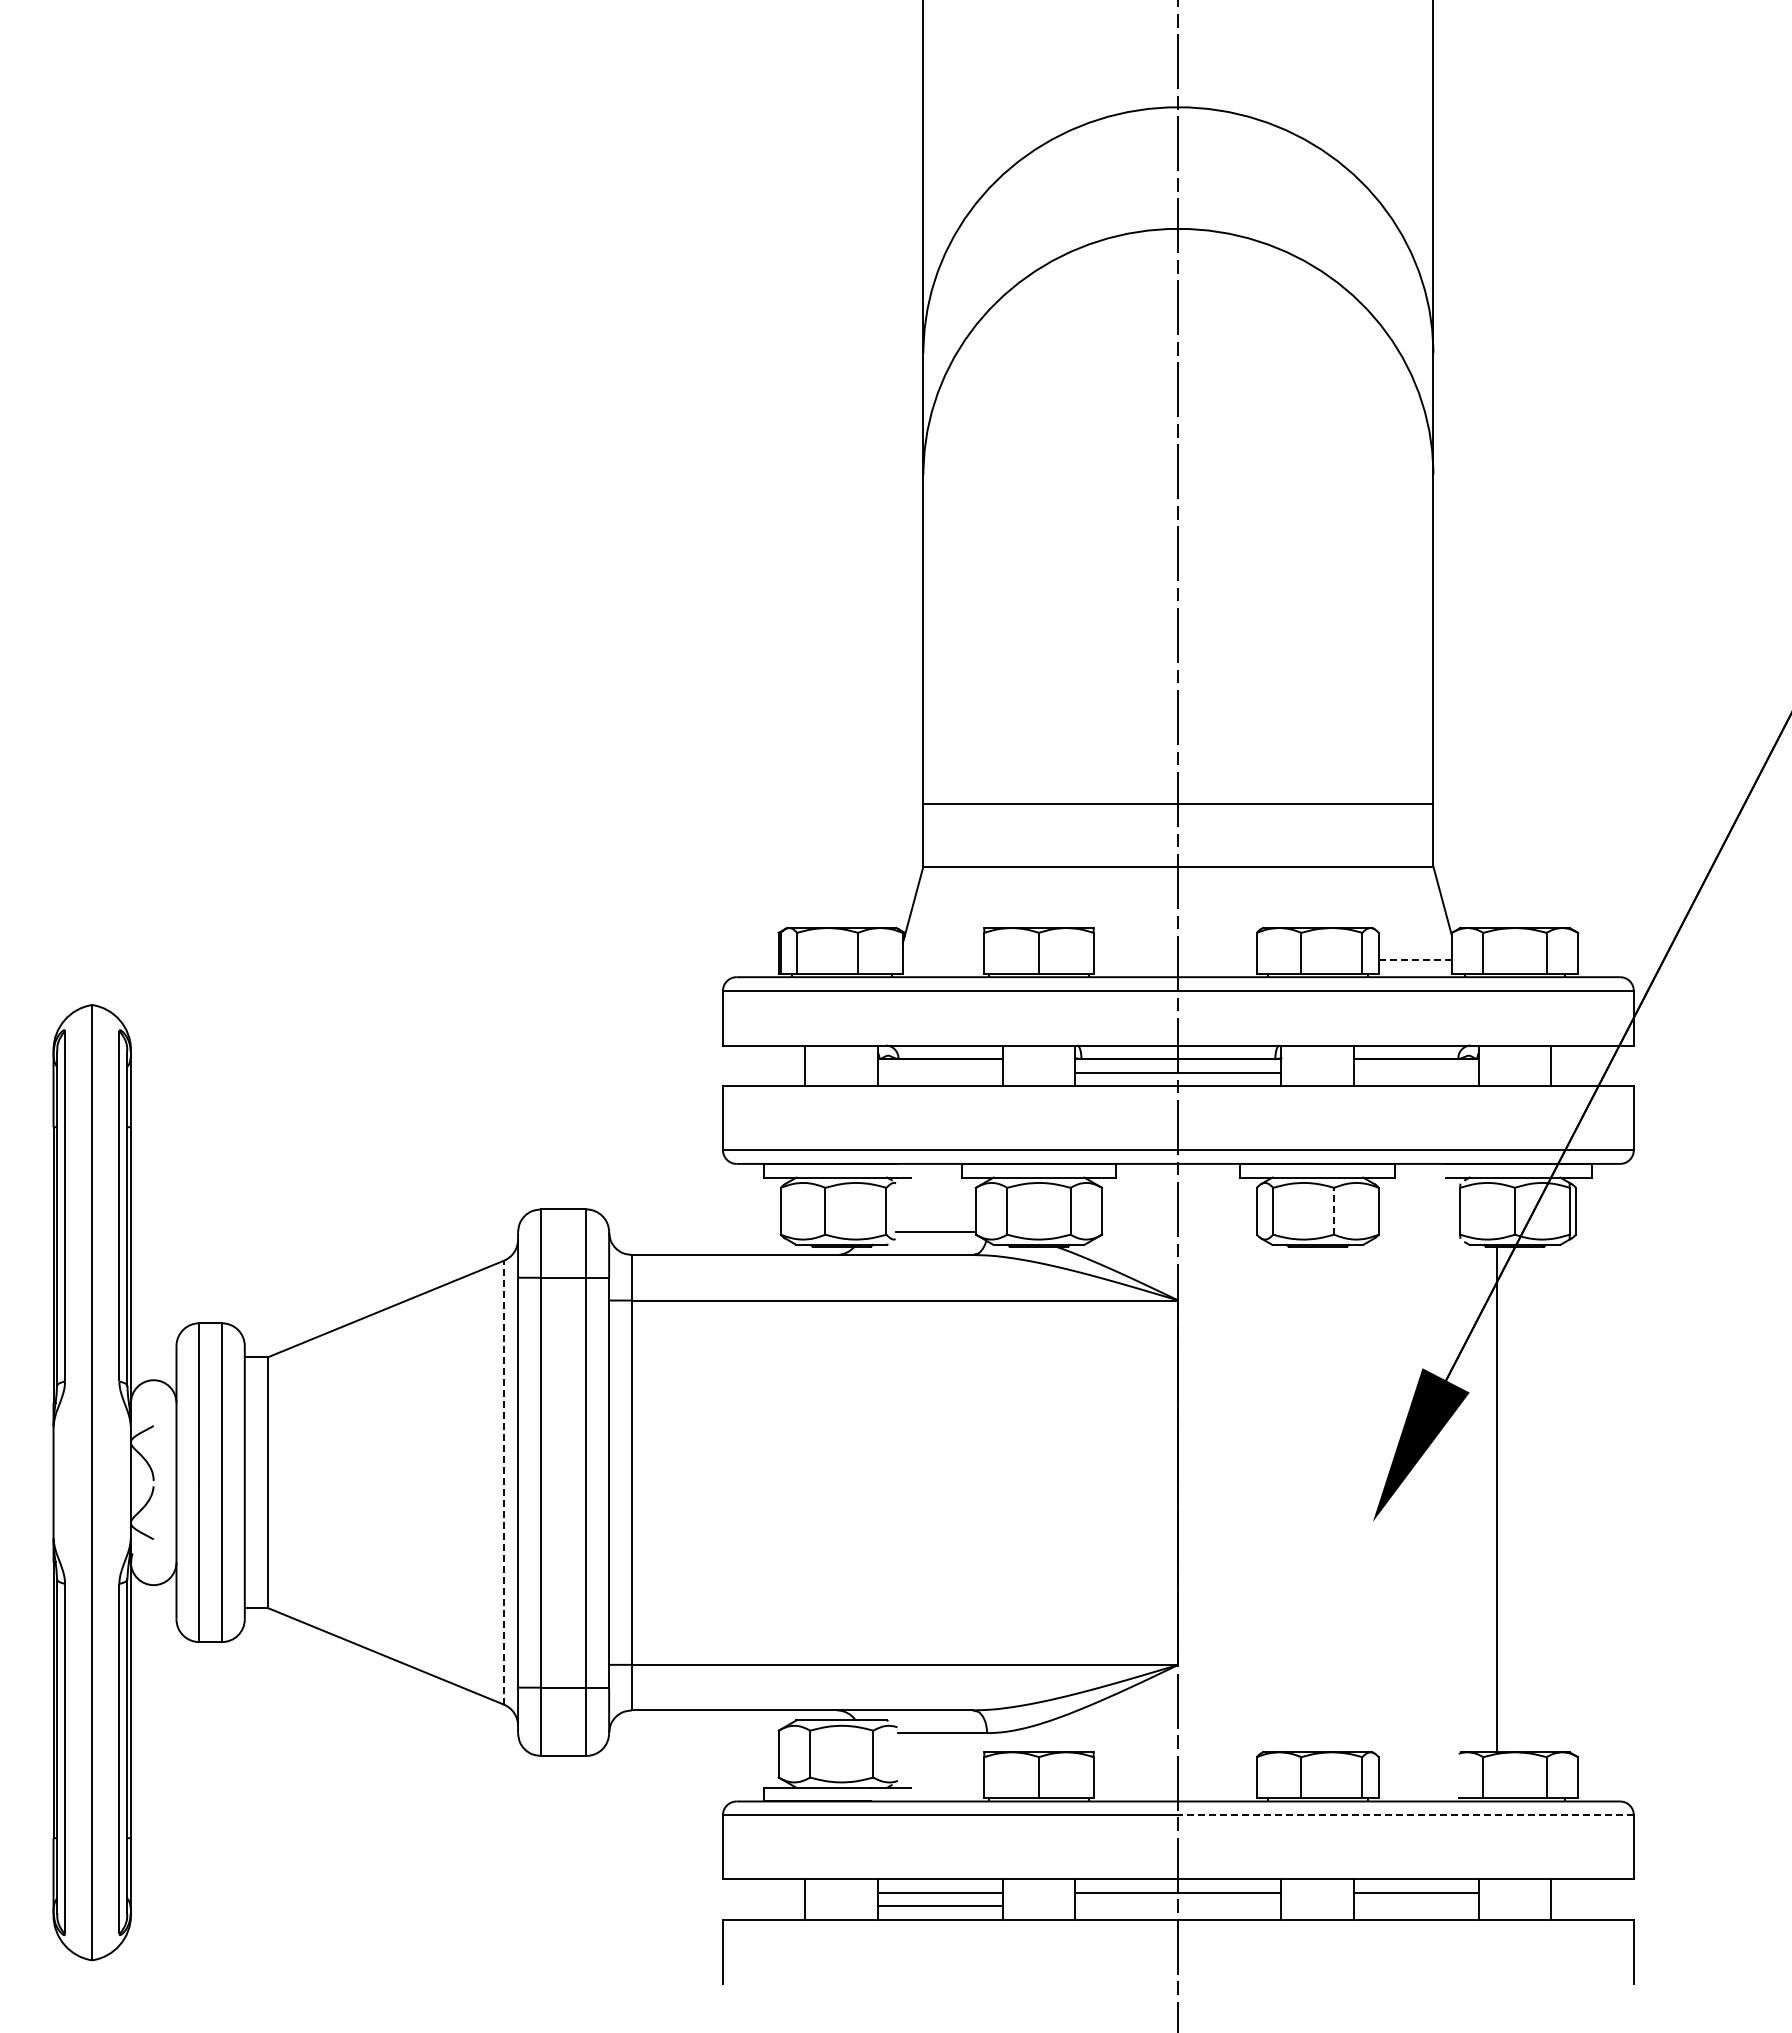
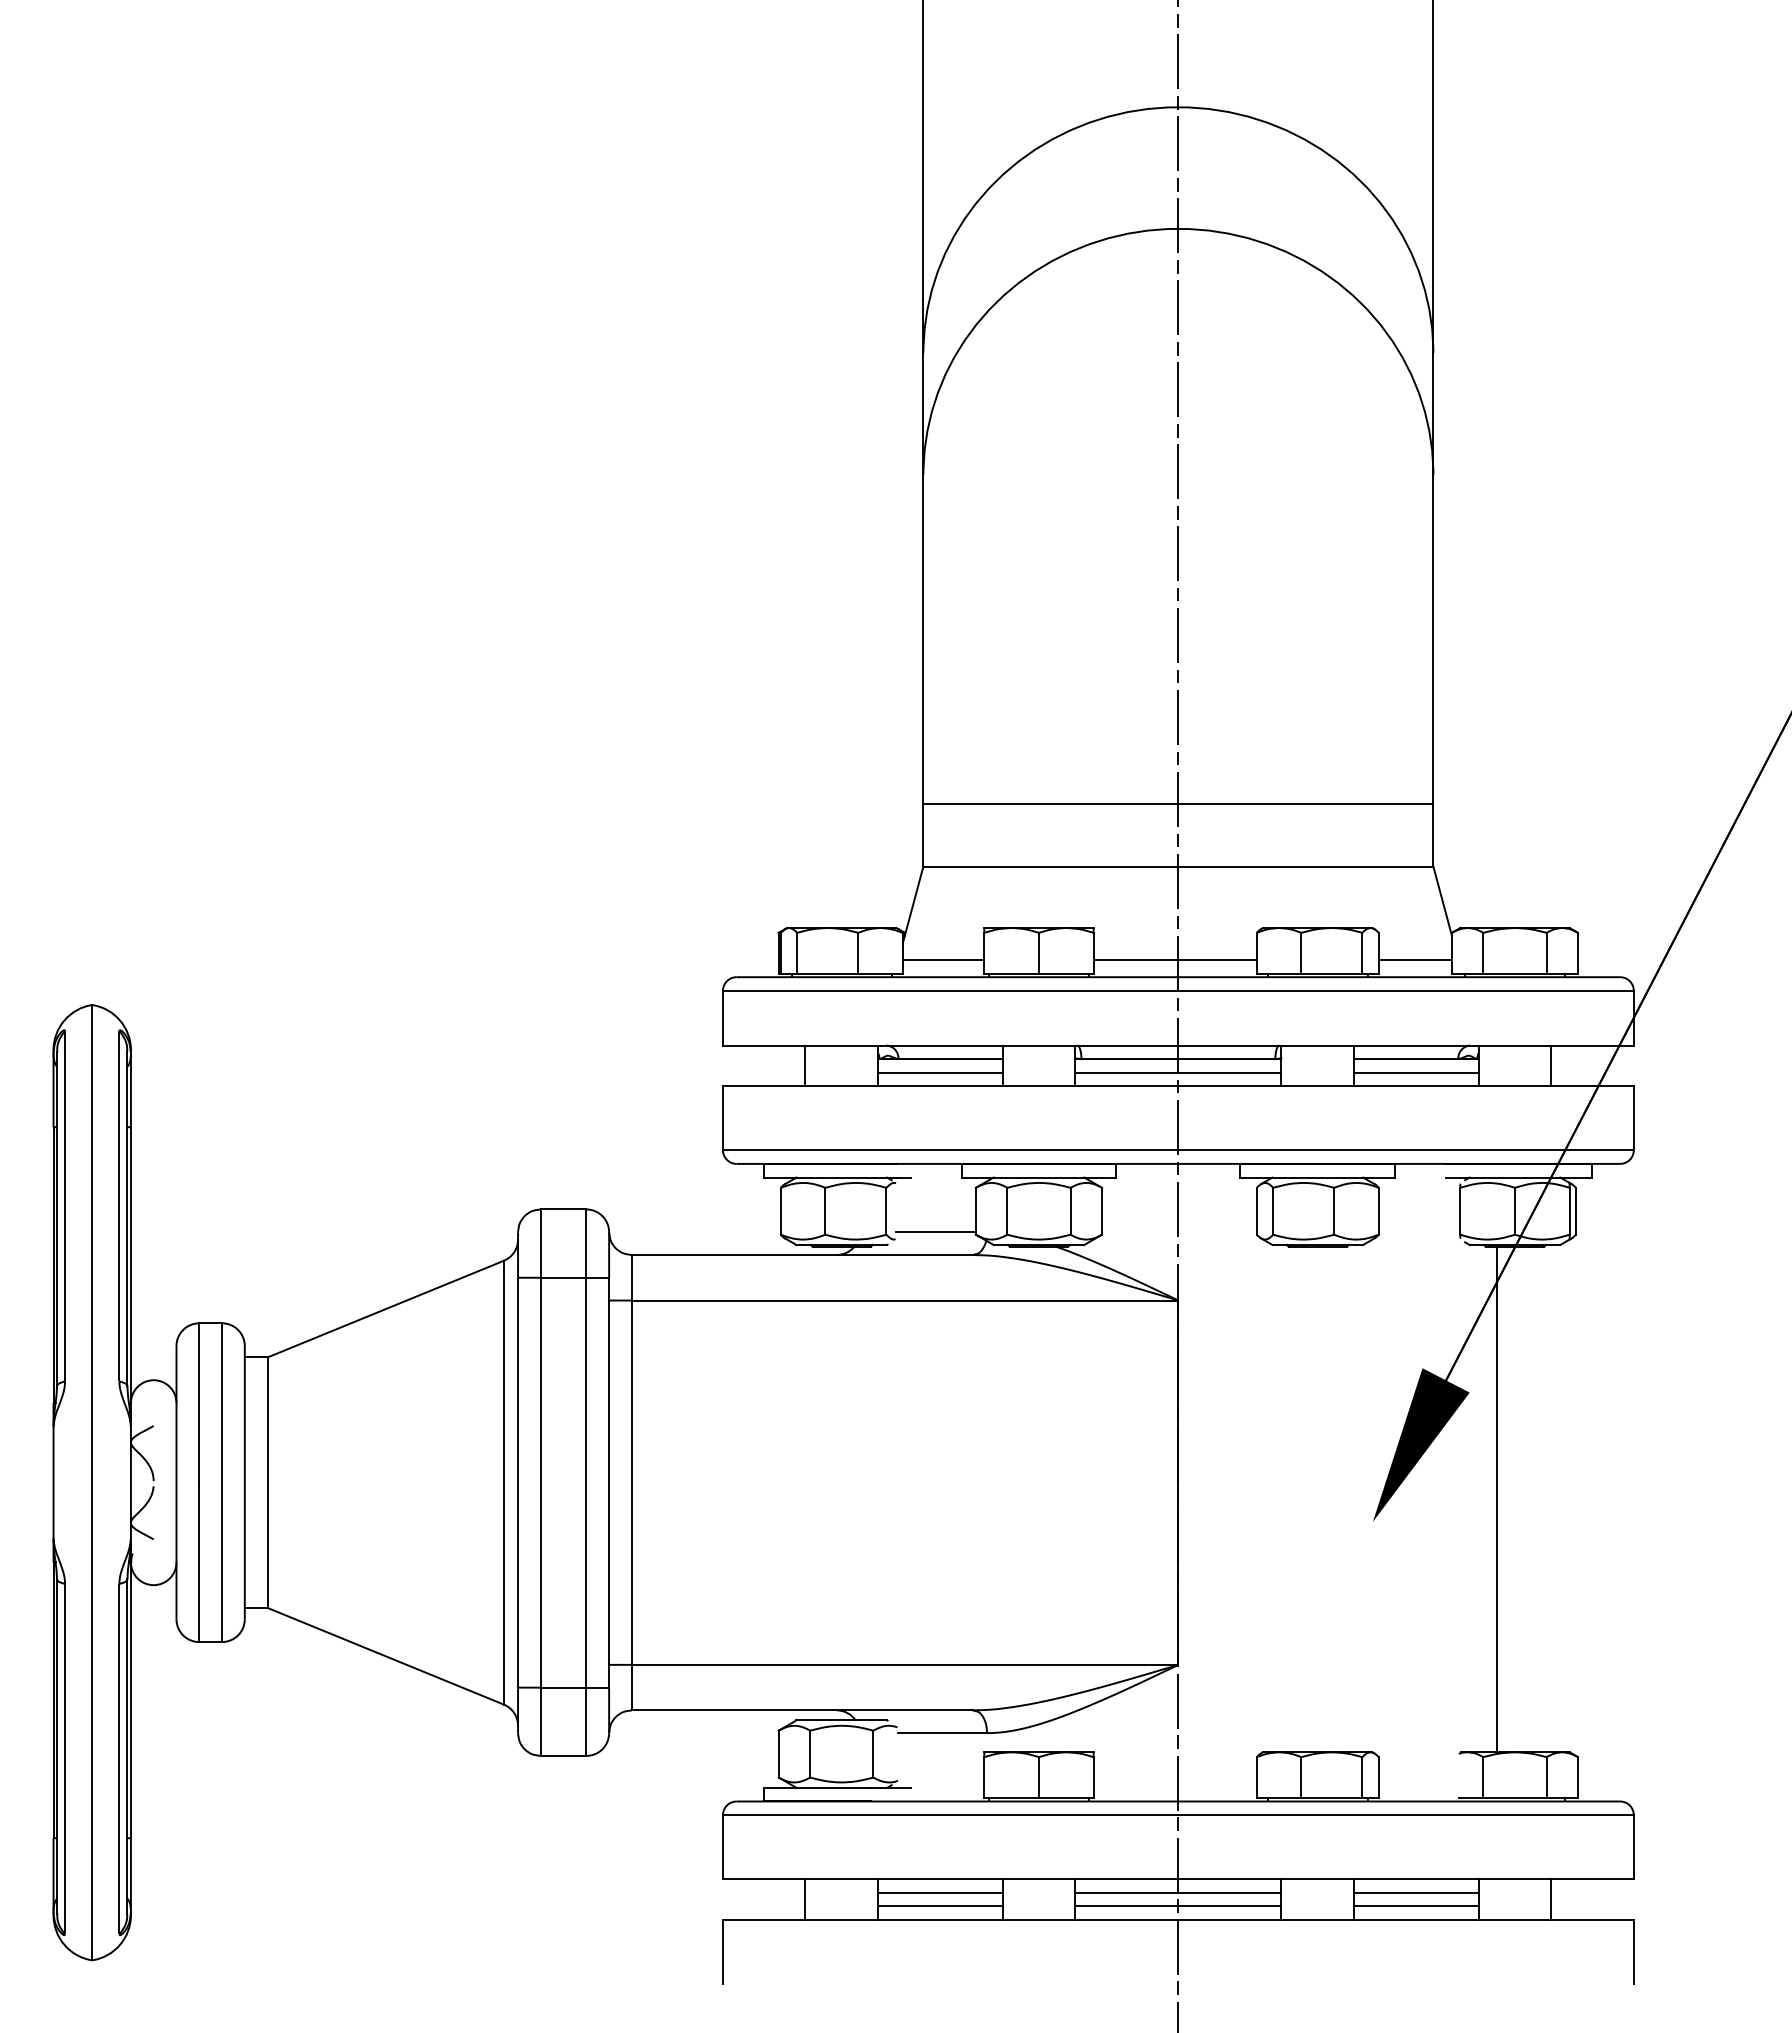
line at (943, 960): none -> present
line at (1174, 960): none -> present
line at (1415, 960): dashed -> solid
line at (940, 1072): none -> present
line at (1416, 1072): none -> present
line at (1334, 1210): dashed -> solid
line at (503, 1482): dashed -> solid
line at (1406, 1815): dashed -> solid
line at (1178, 1906): none -> present
line at (1416, 1906): none -> present
